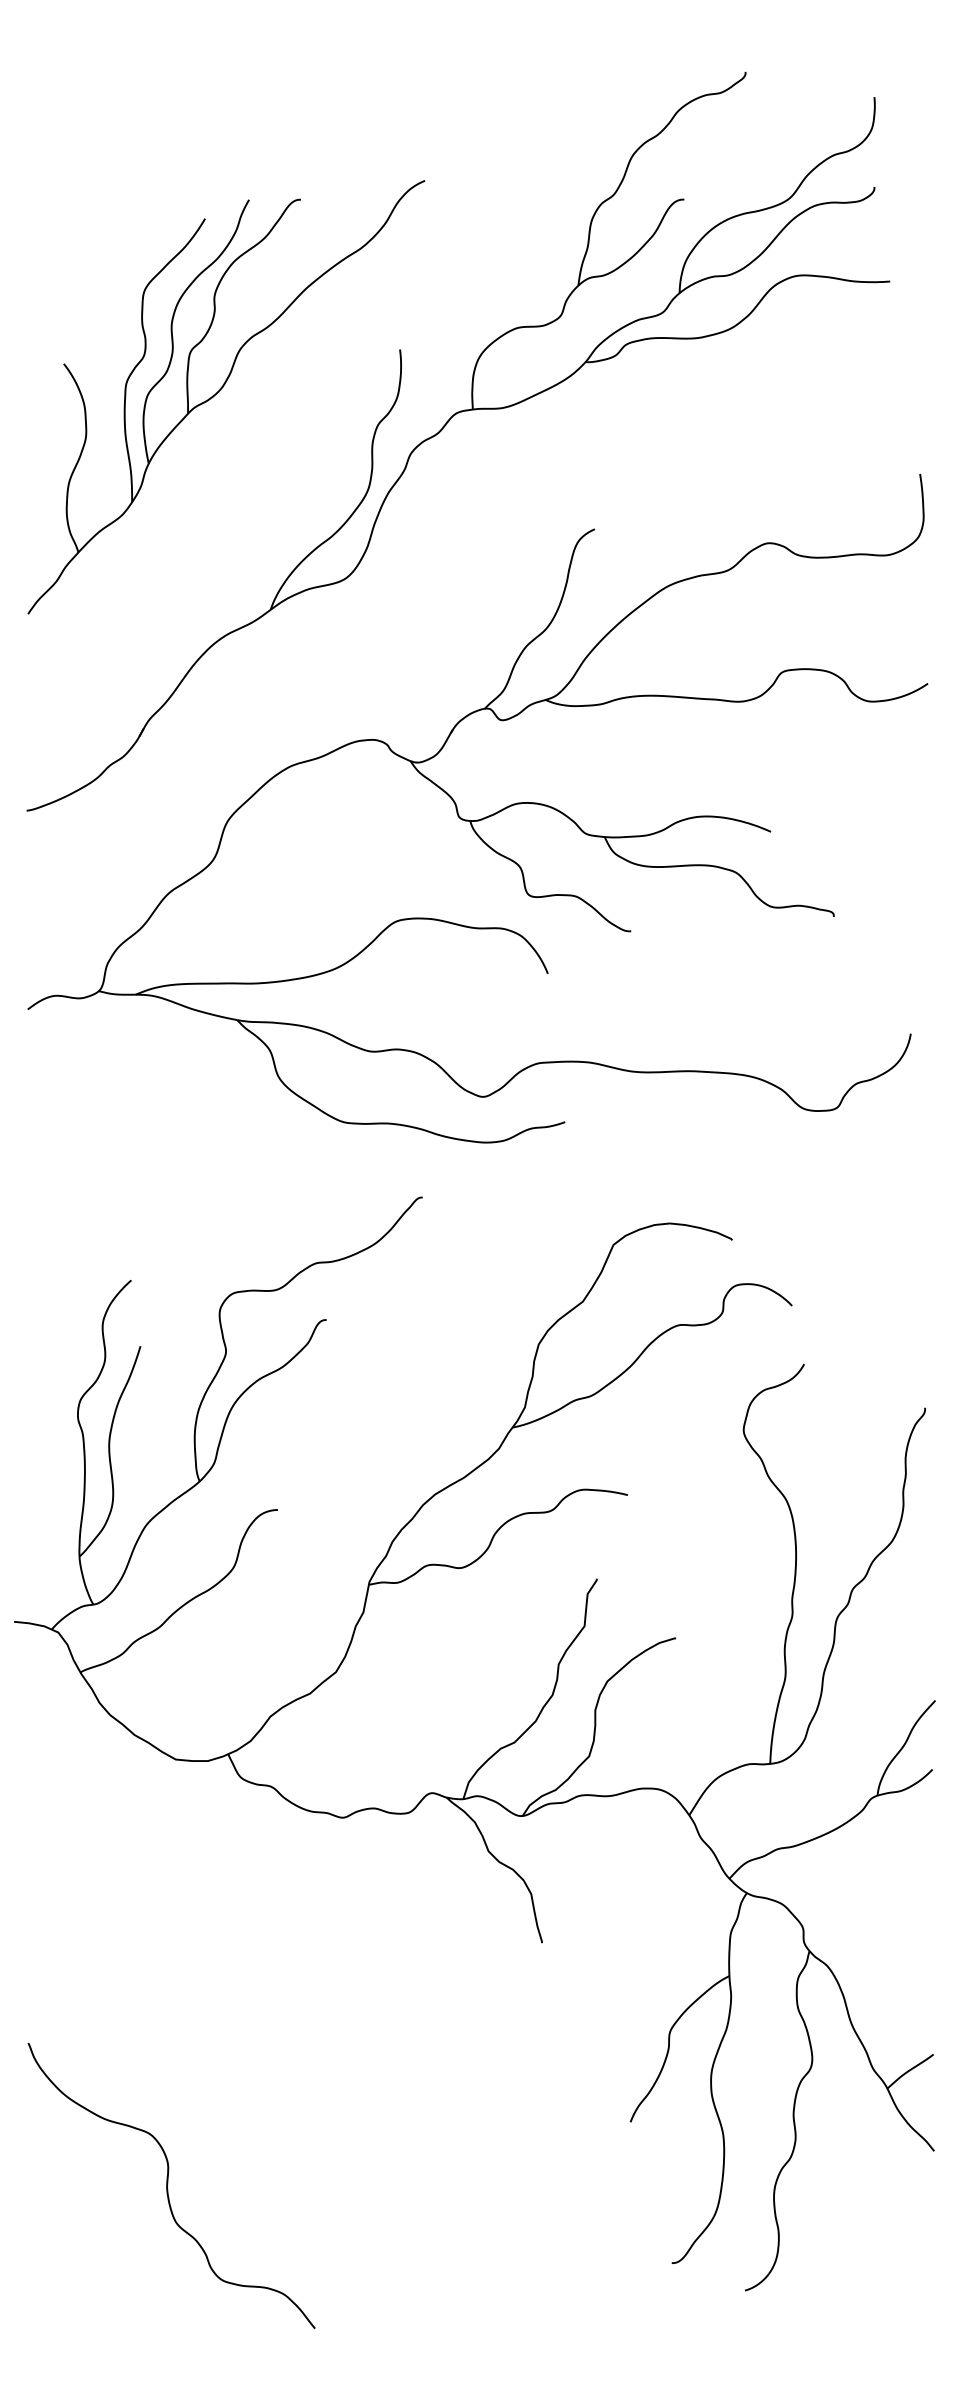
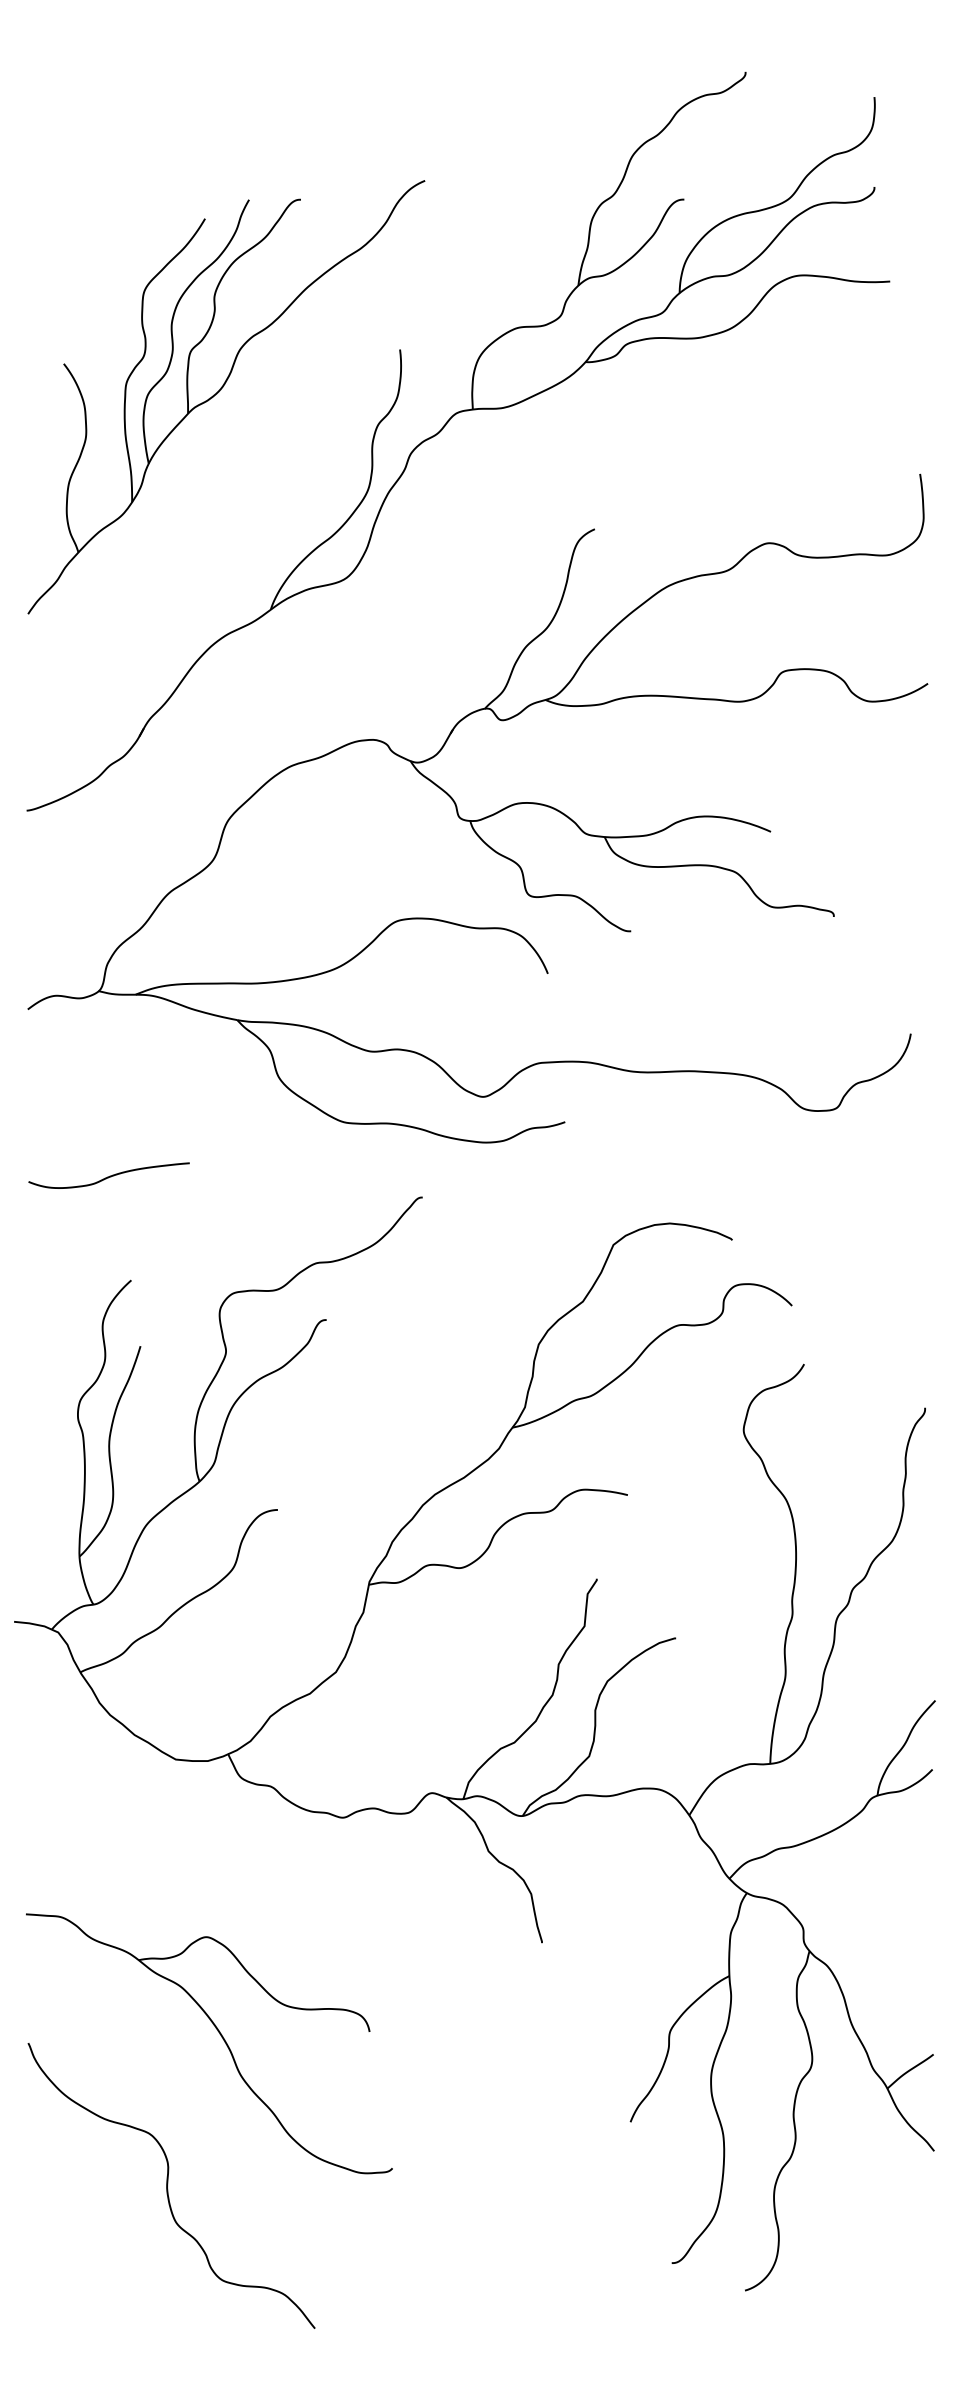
curve at (109, 1175): none -> present
part at (221, 2037): none -> present
